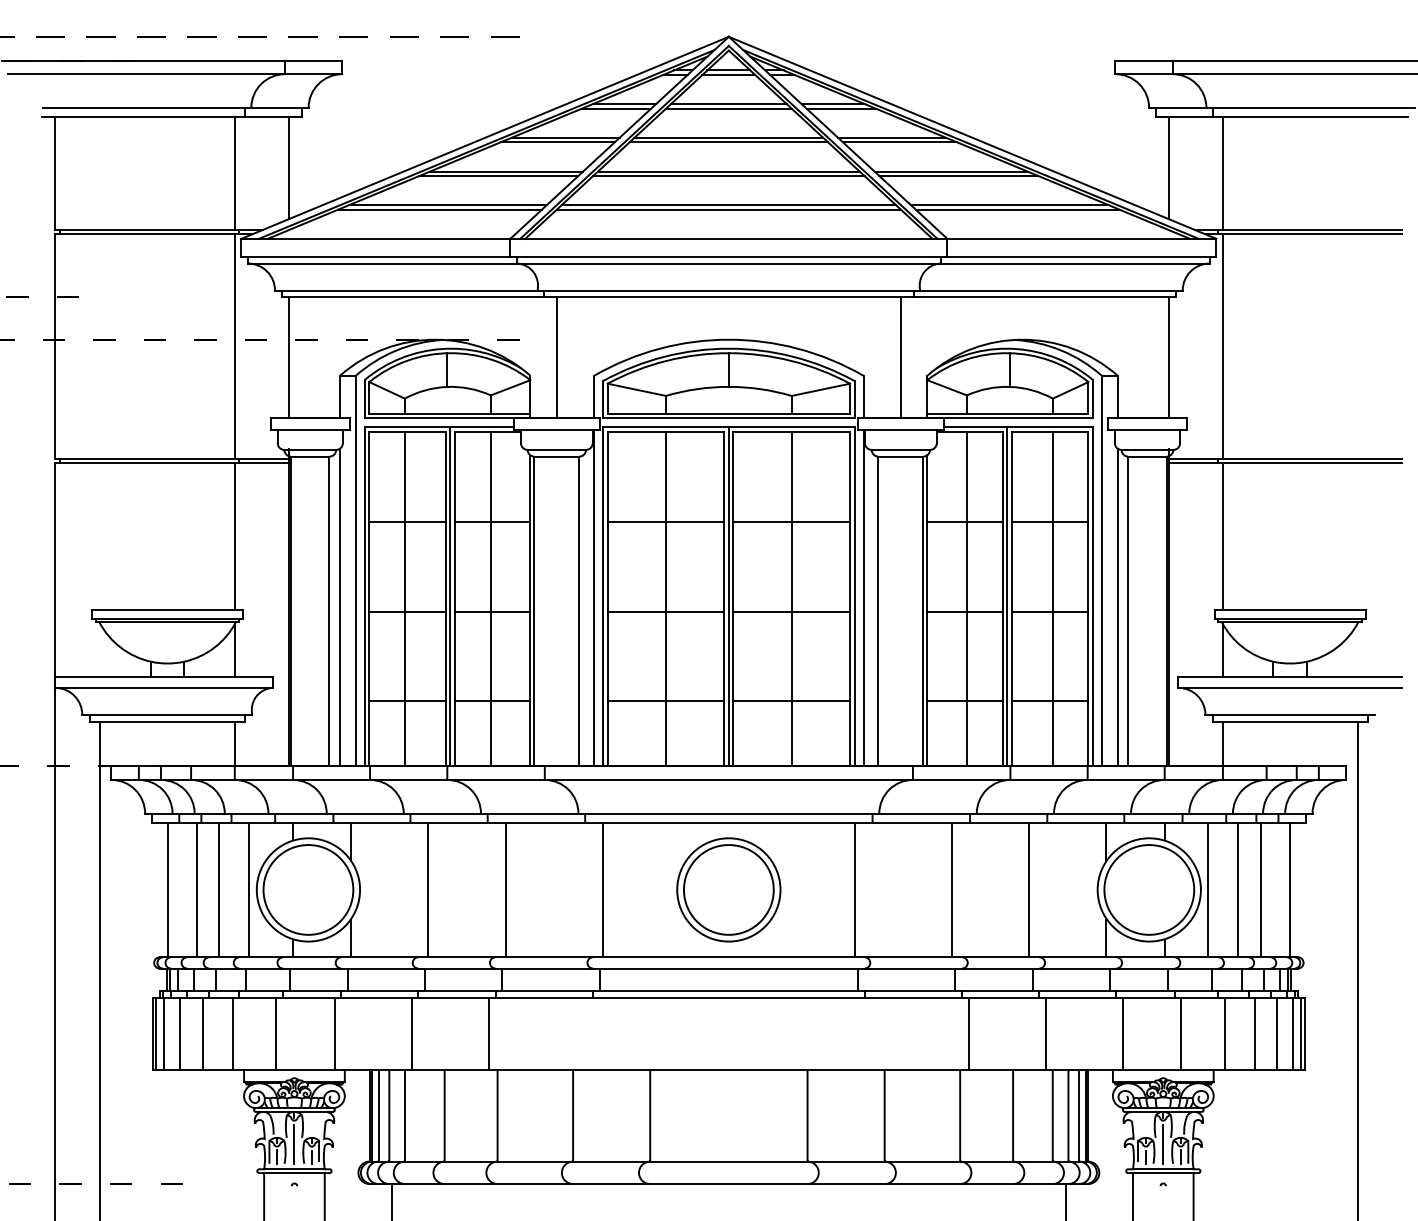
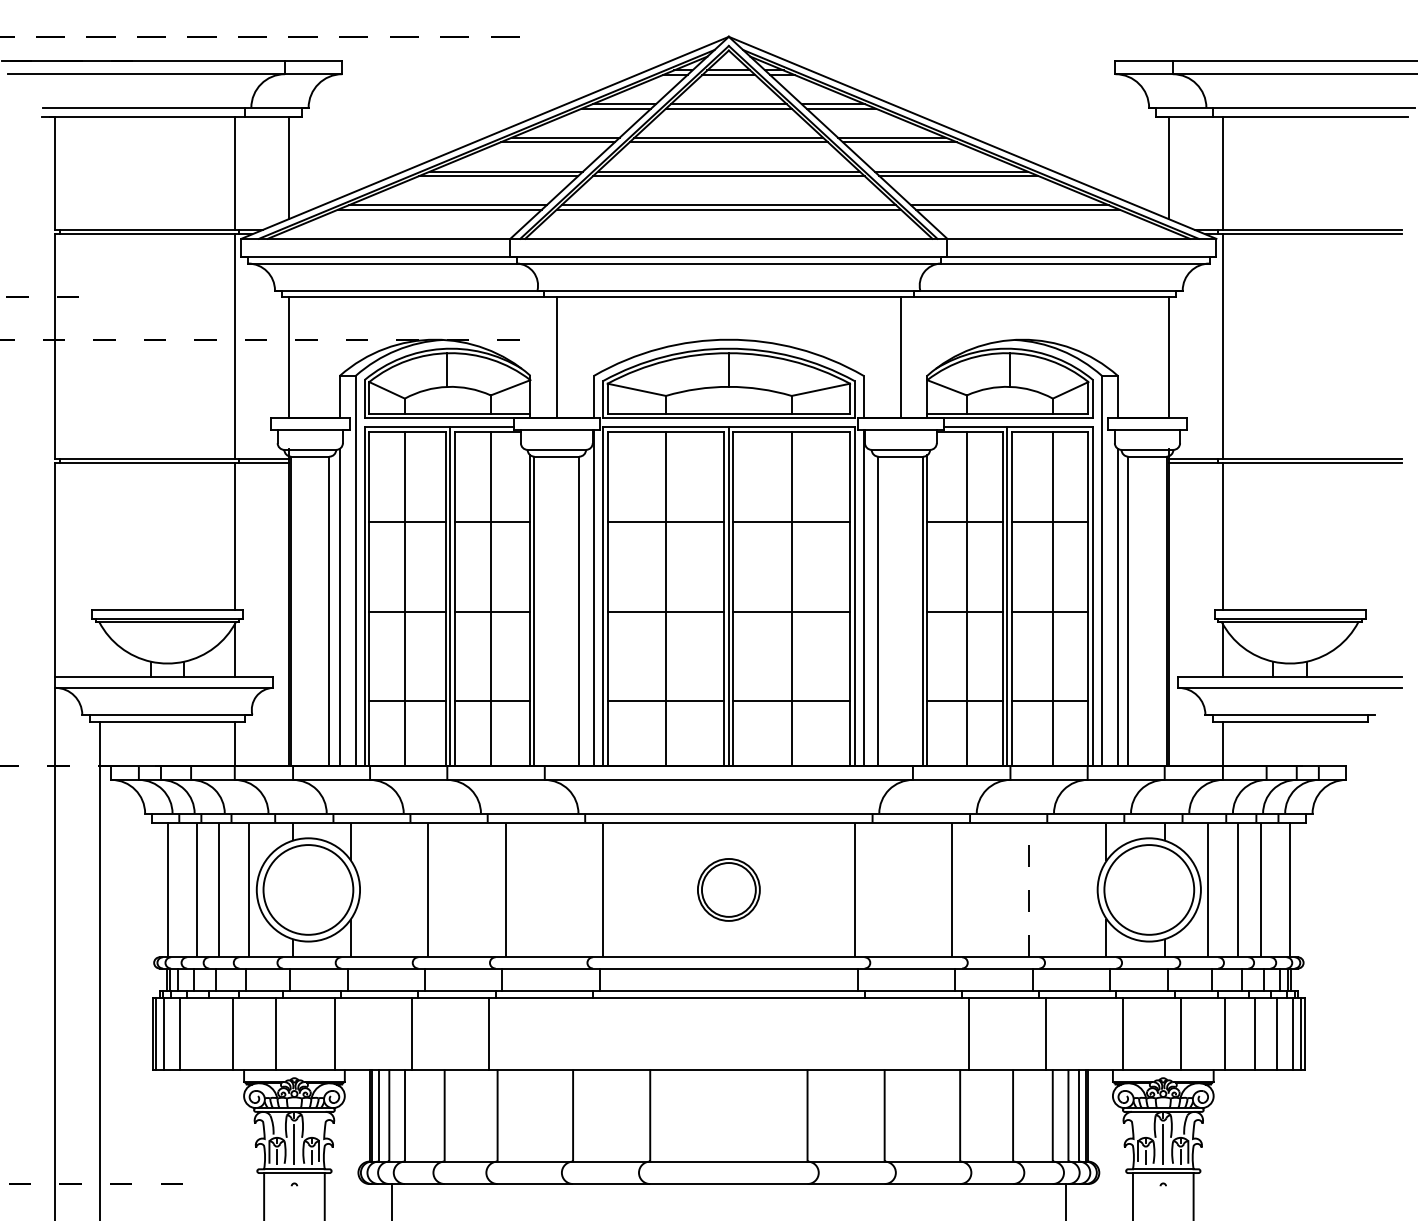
part at (728, 889) size: 106x106 px -> 64x64 px
line at (1029, 889): solid -> dashed
line at (1357, 969): present -> none
line at (202, 1033): present -> none
